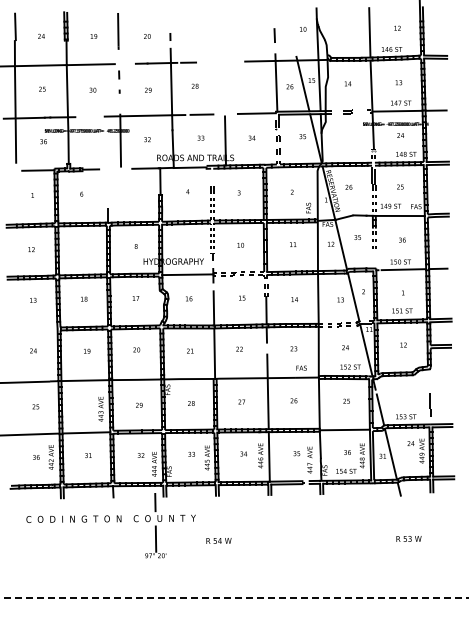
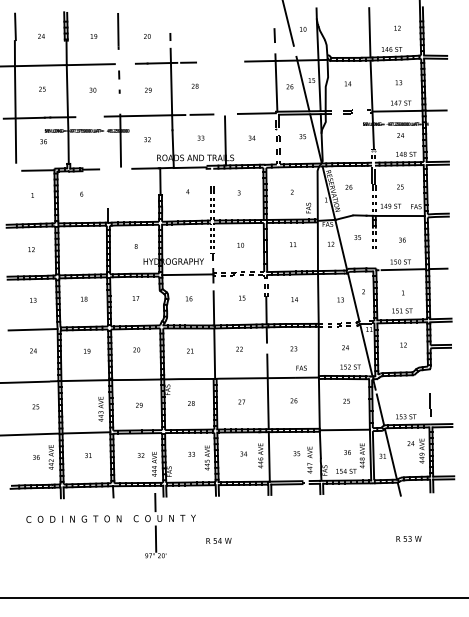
line at (288, 23): none -> present
line at (32, 329): none -> present
line at (234, 598): dashed -> solid
